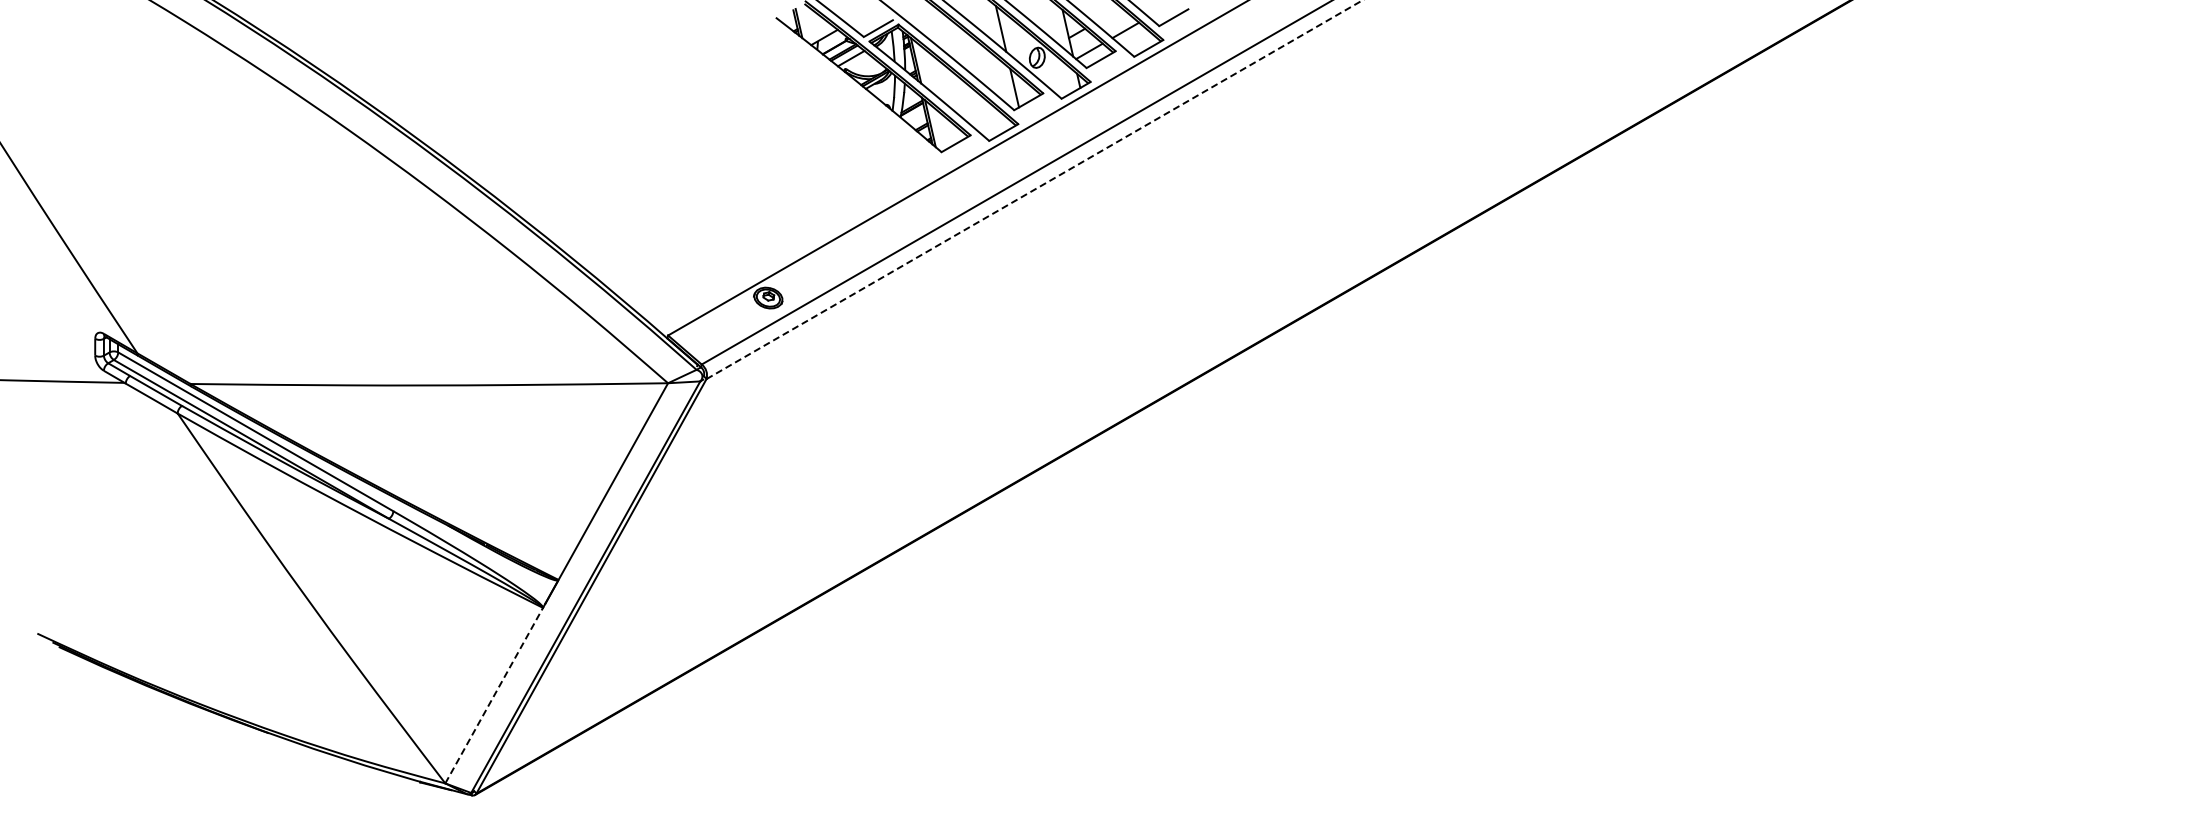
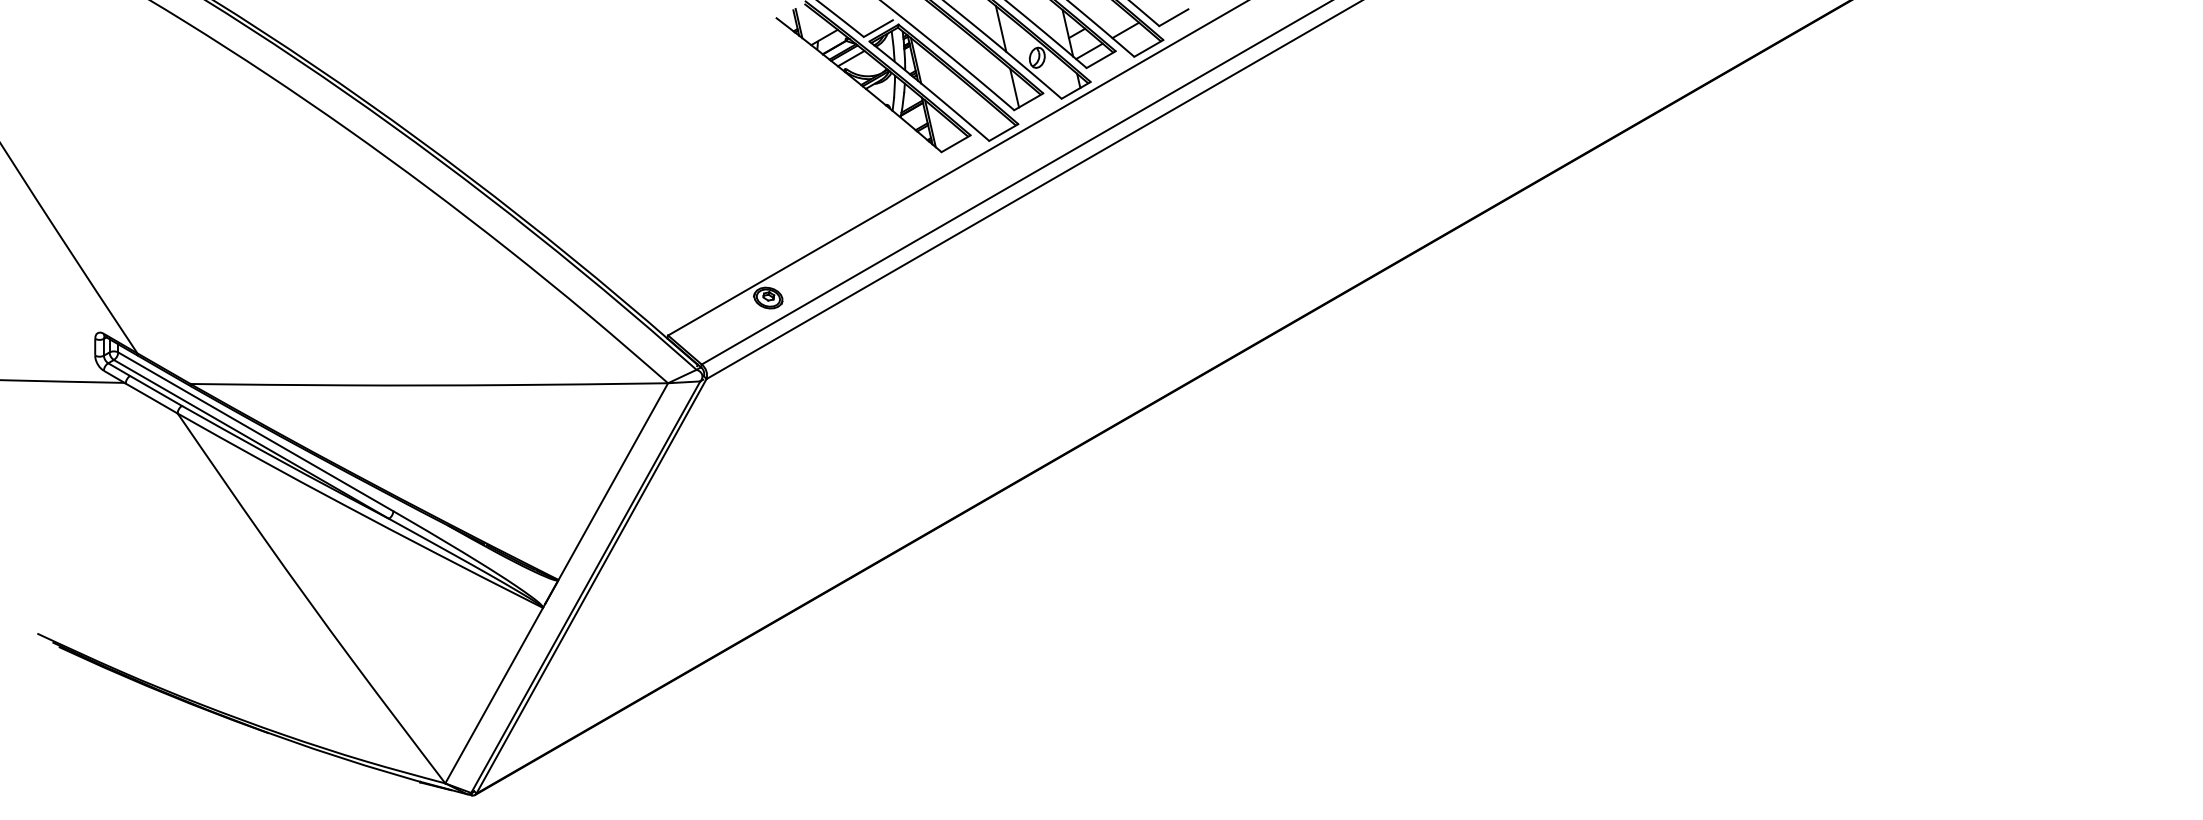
line at (1035, 189): dashed -> solid
line at (494, 695): dashed -> solid
